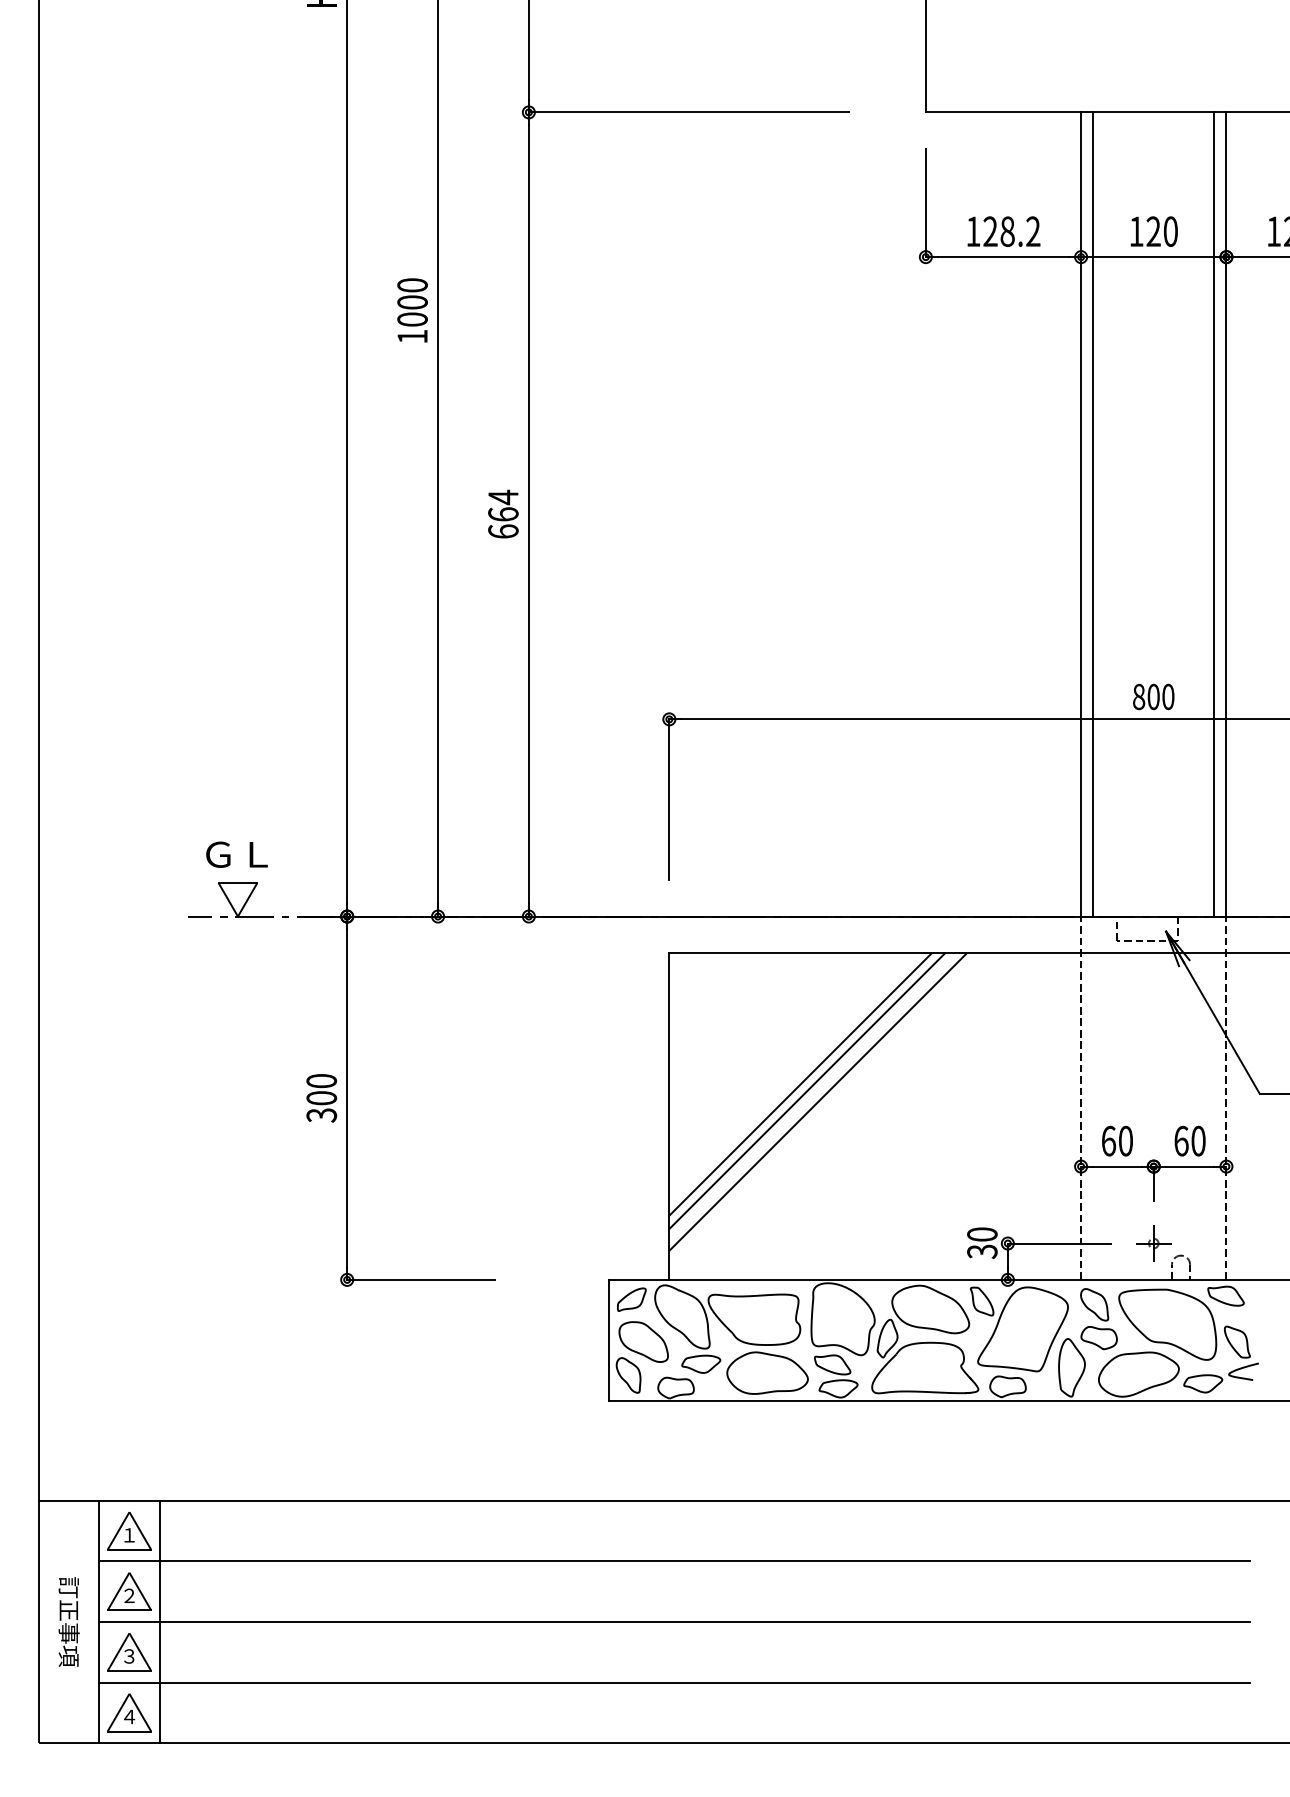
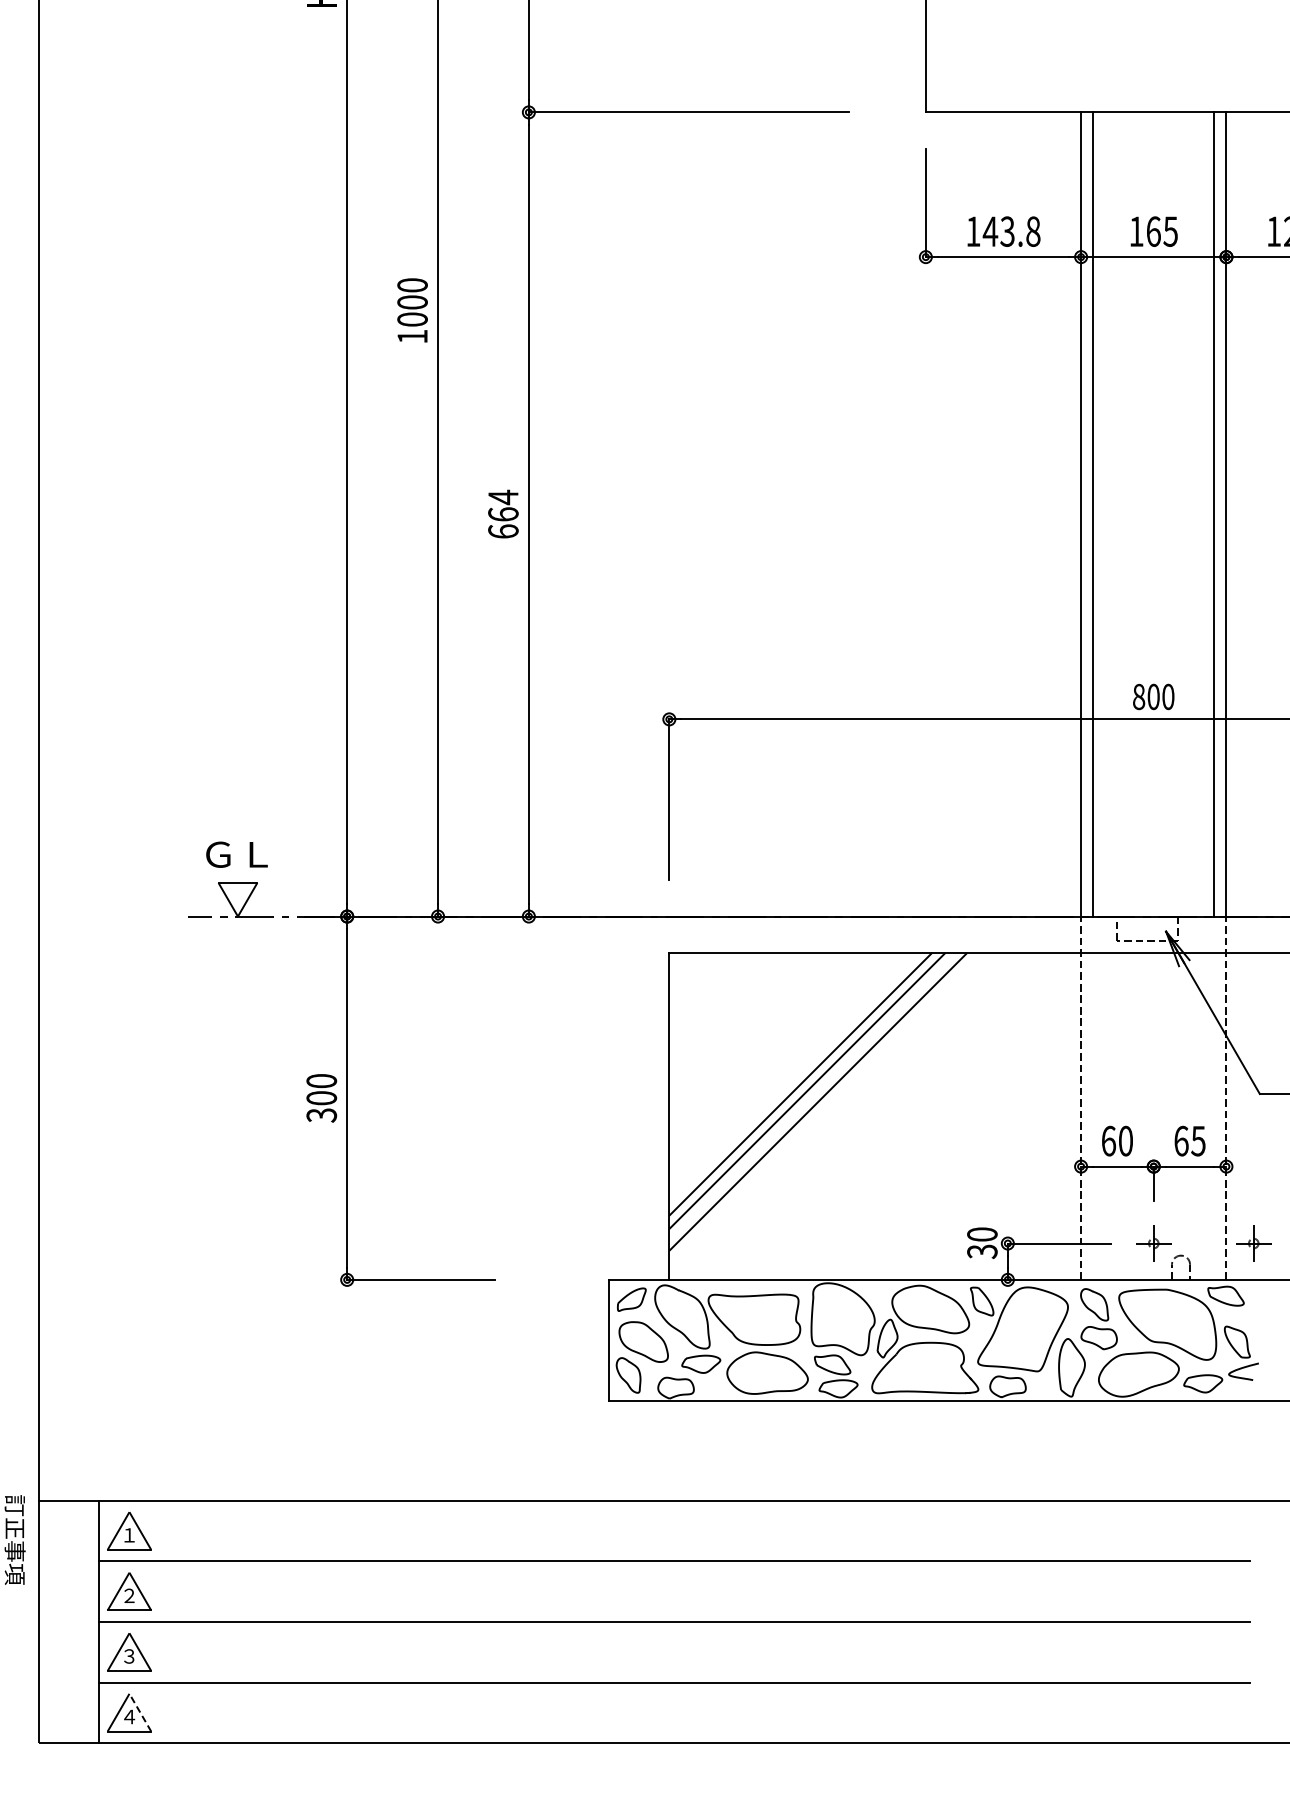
text at (1011, 231): 128.2 -> 143.8
text at (1161, 231): 120 -> 165
text at (1198, 1140): 60 -> 65
part at (1253, 1243): none -> present
text at (68, 1621) position: (68, 1621) -> (14, 1539)
line at (159, 1621): present -> none
line at (140, 1712): solid -> dashed
